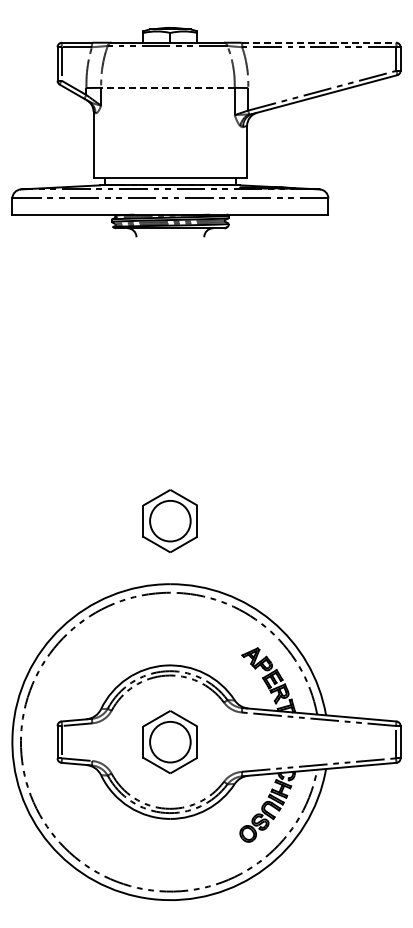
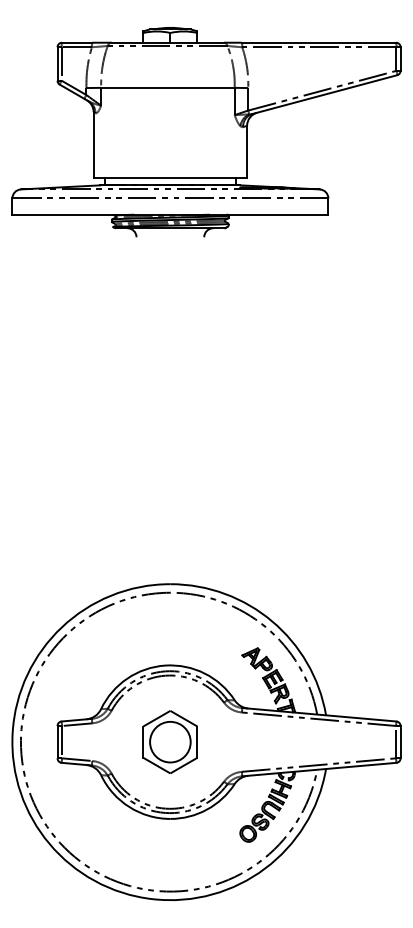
line at (319, 42): dashed -> solid
line at (167, 87): dashed -> solid
part at (169, 520): present -> none
